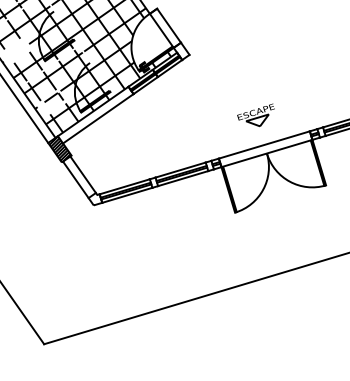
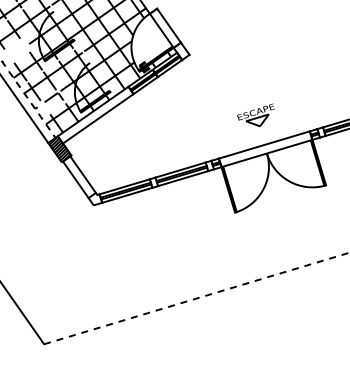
line at (28, 98): solid -> dashed
line at (197, 298): solid -> dashed
